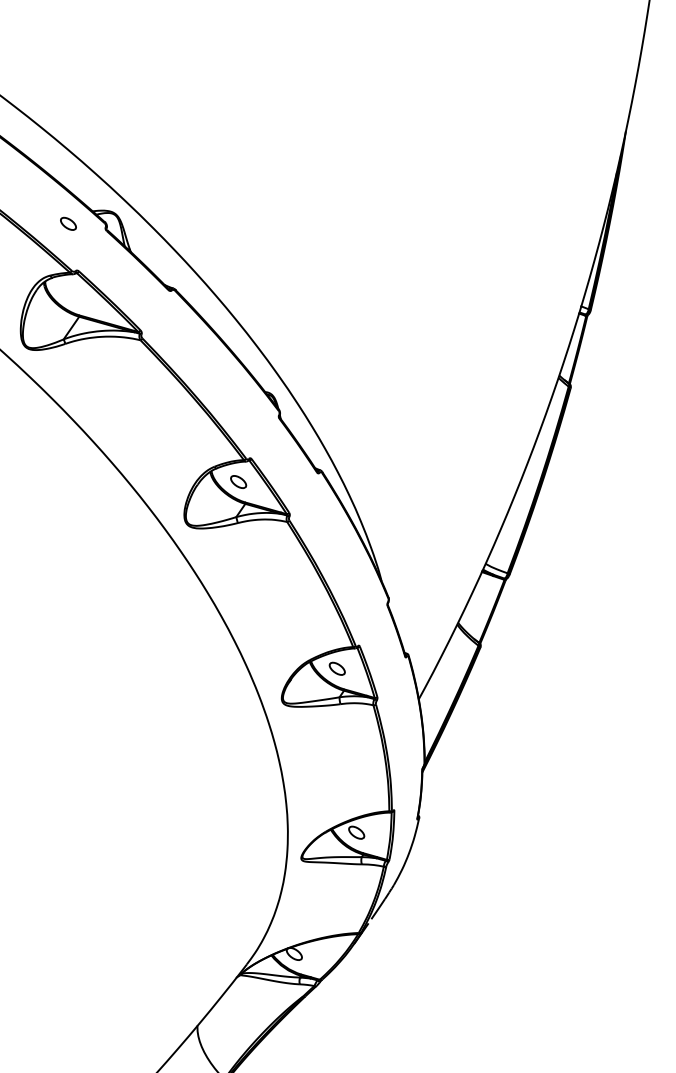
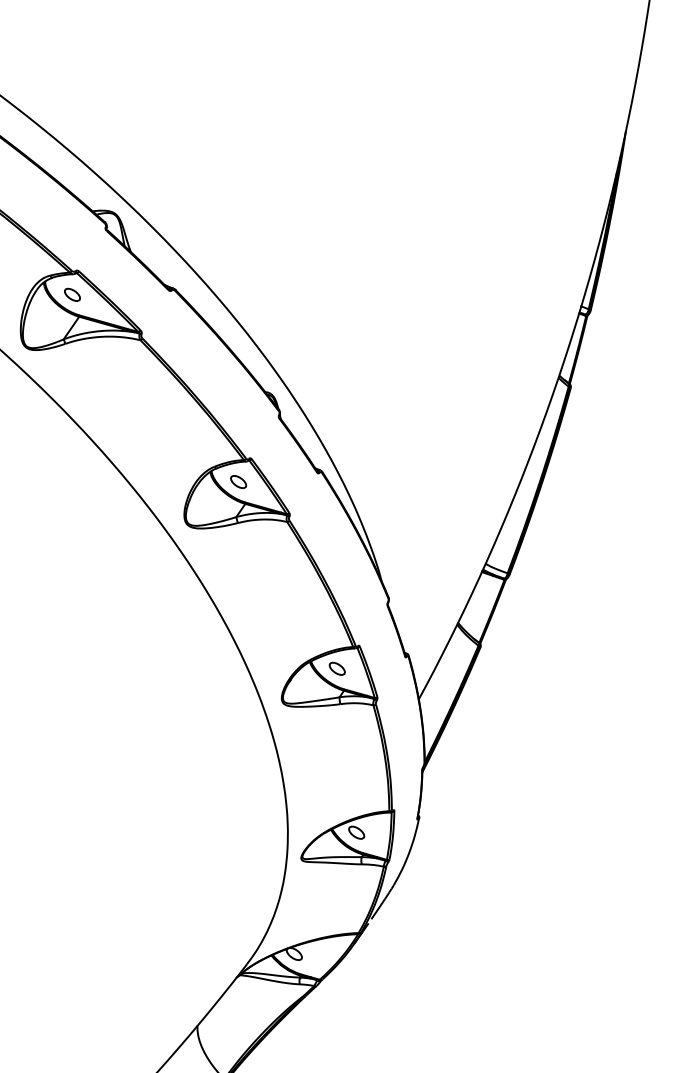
part at (68, 223) position: (68, 223) -> (72, 294)
